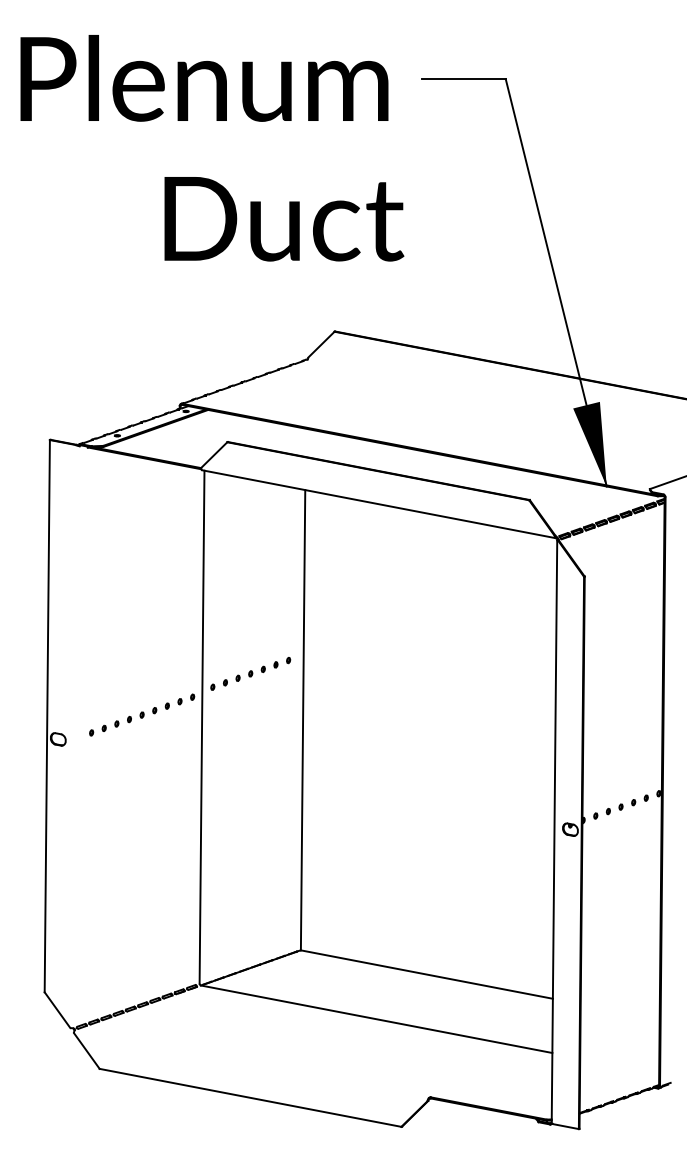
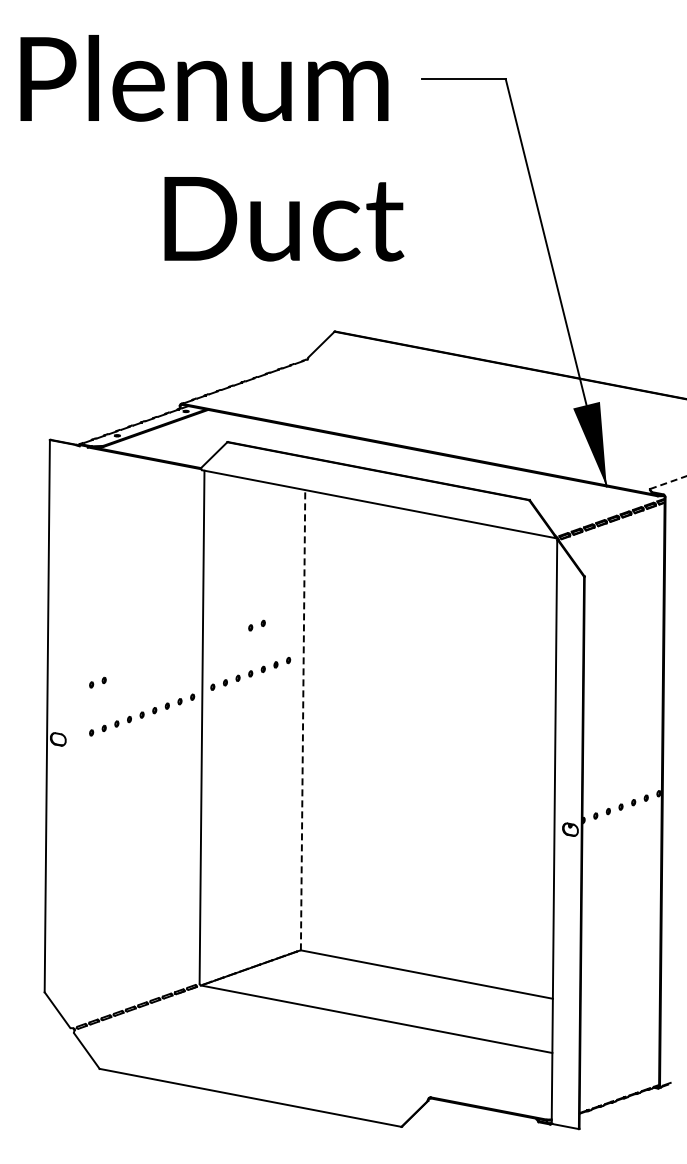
line at (668, 482): solid -> dashed
part at (256, 625): none -> present
part at (97, 682): none -> present
line at (303, 719): solid -> dashed
